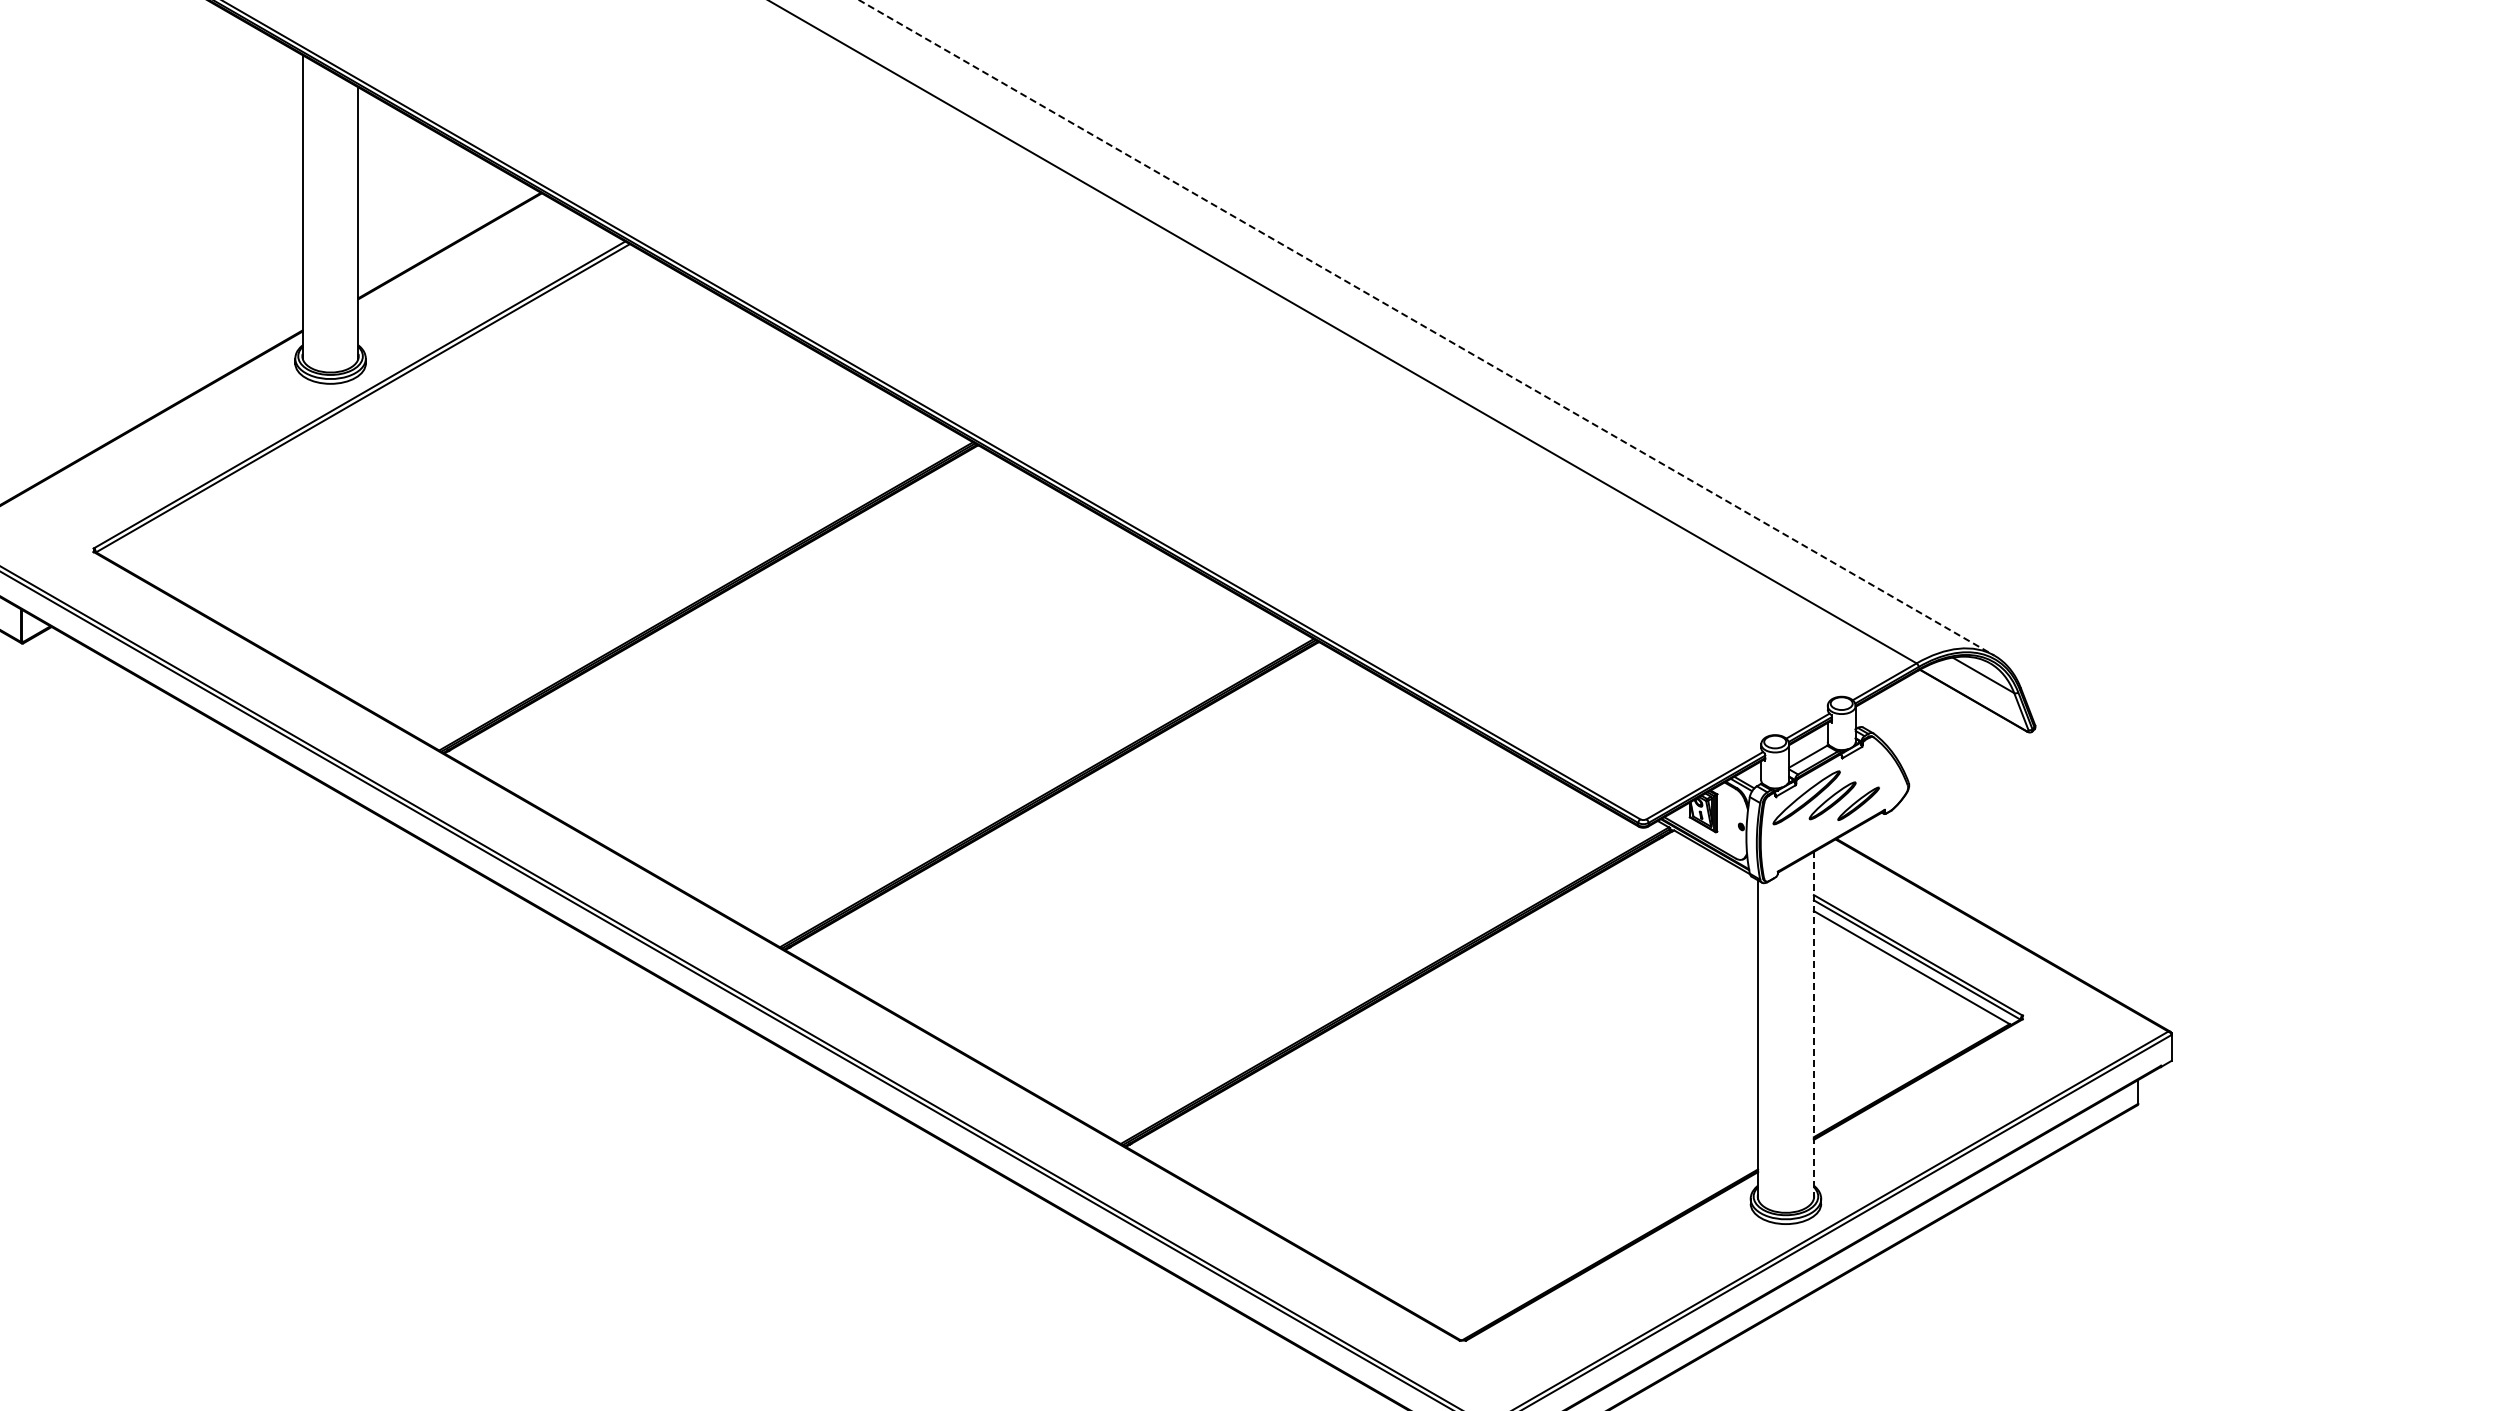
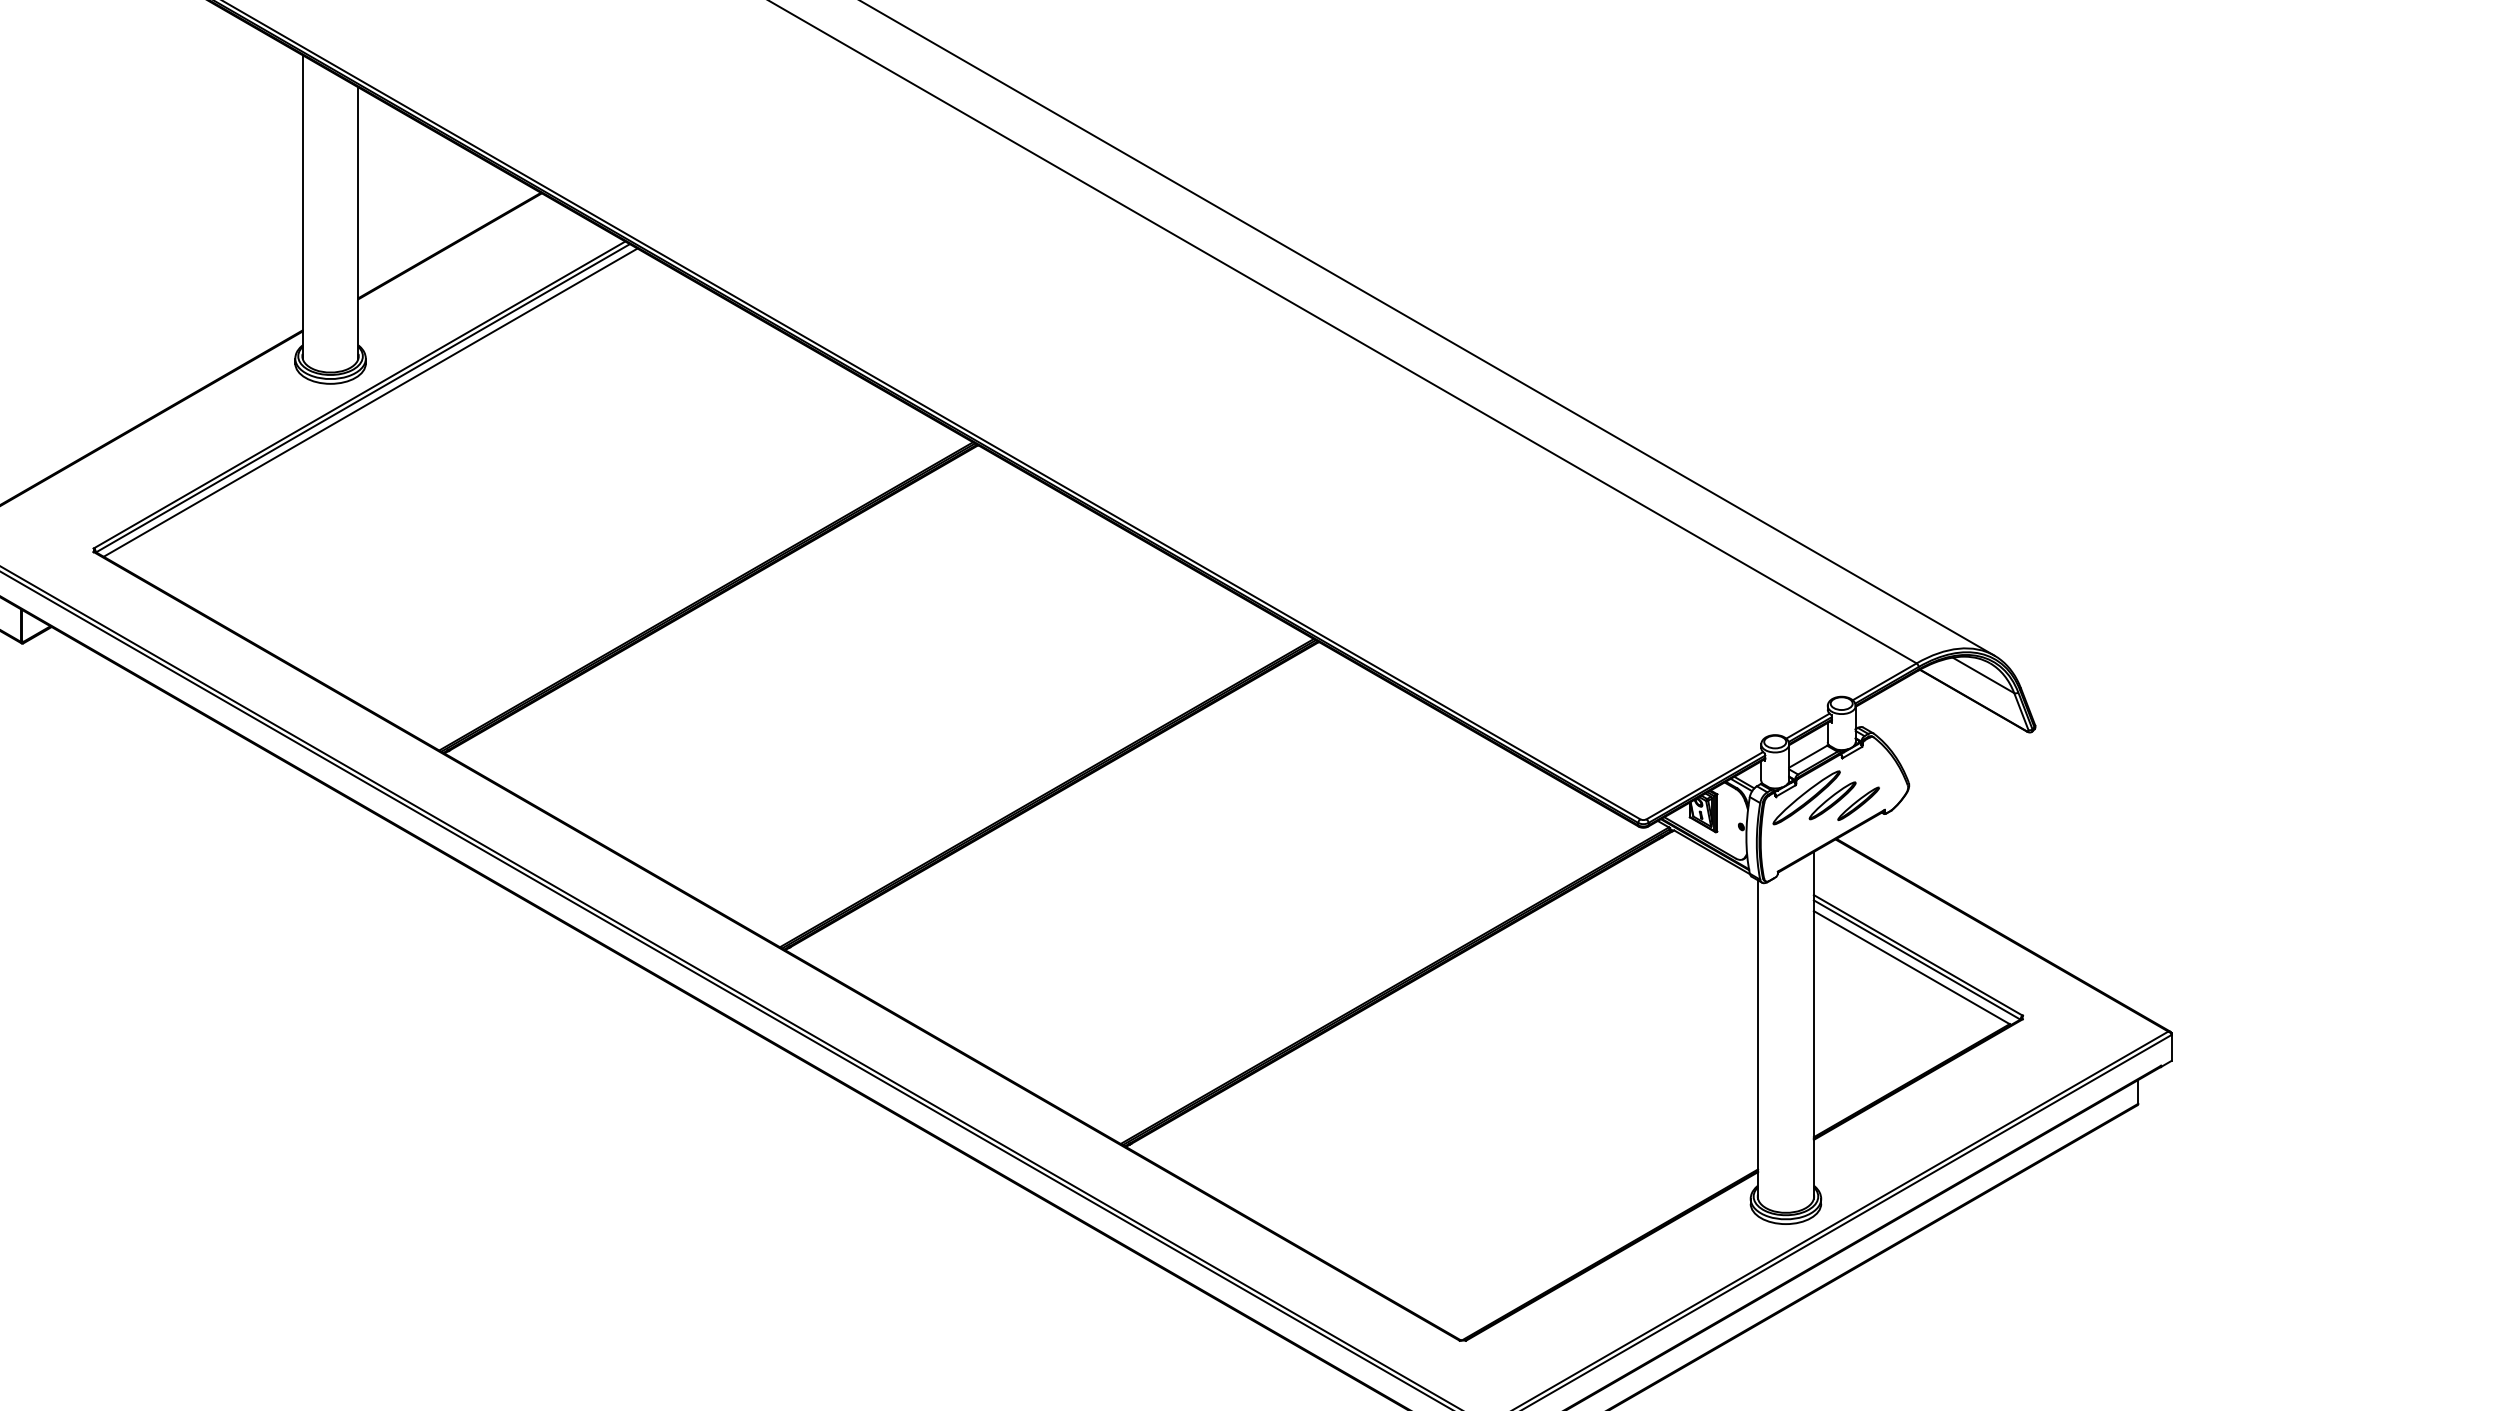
line at (1427, 328): dashed -> solid
line at (370, 402): none -> present
line at (1813, 1024): dashed -> solid
